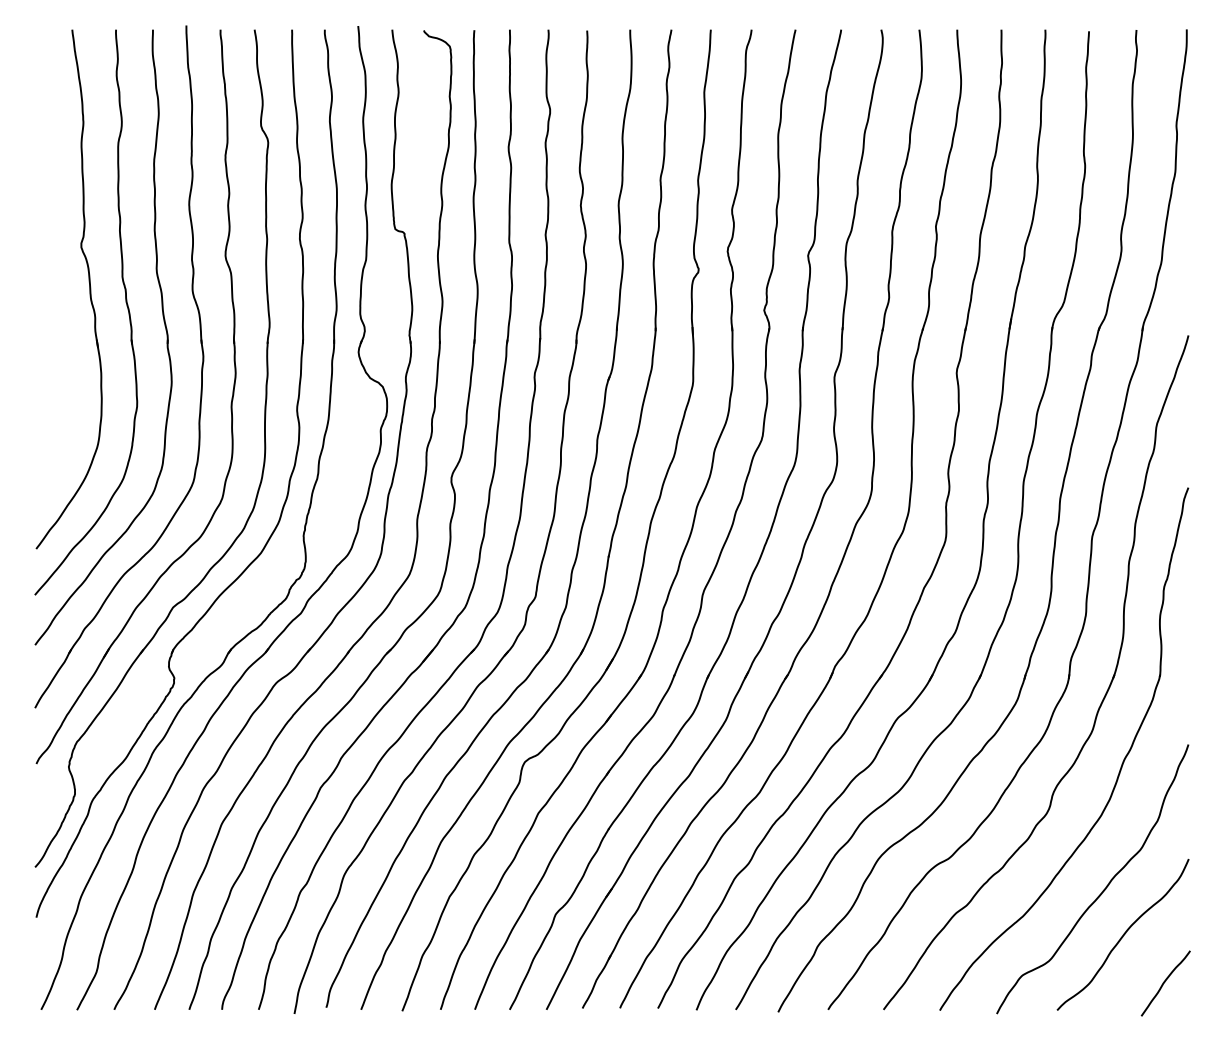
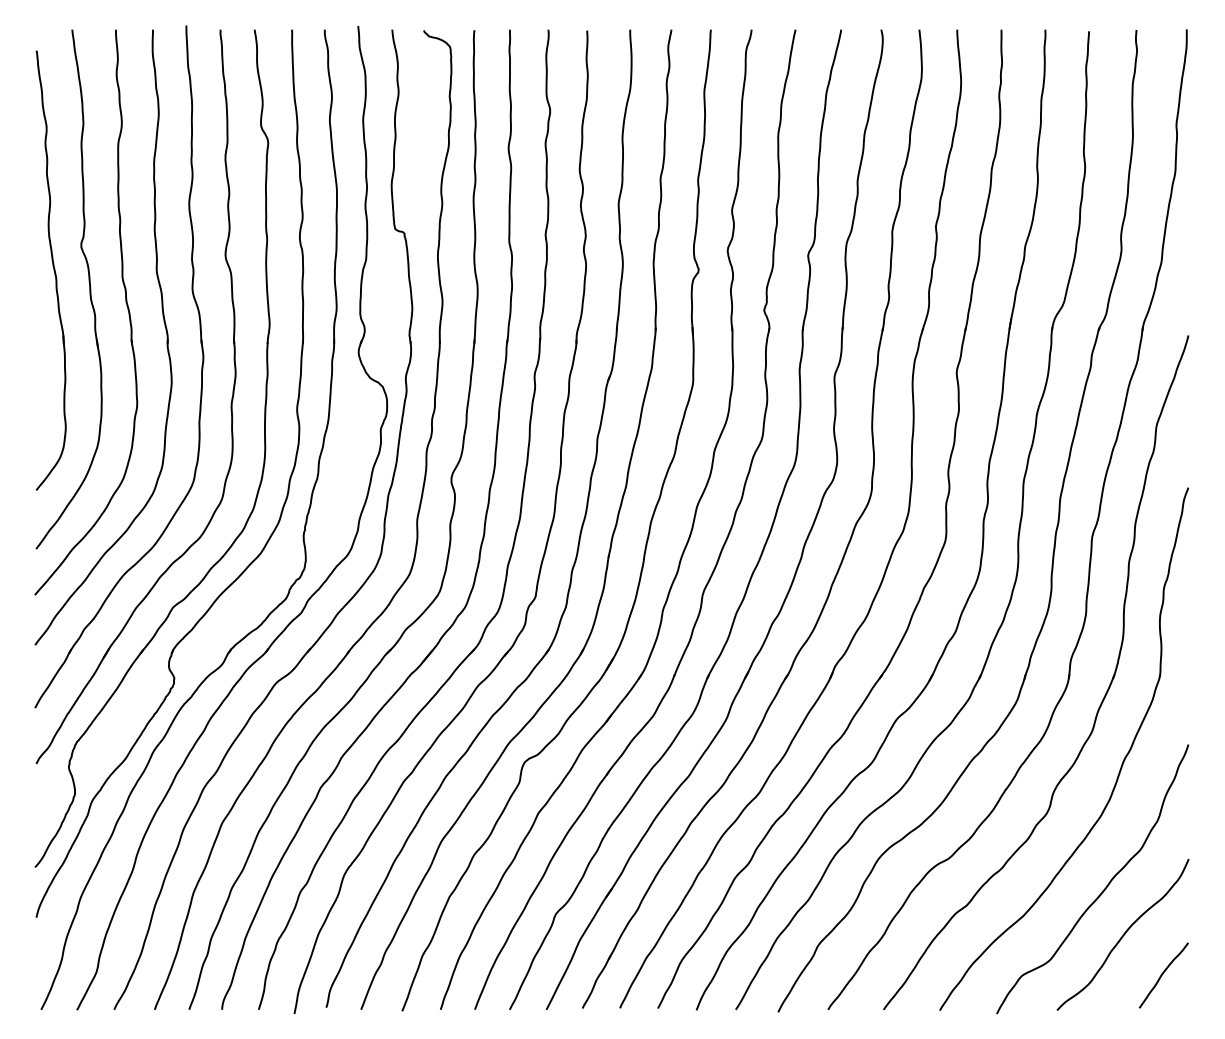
part at (50, 270): none -> present
curve at (1165, 982) position: (1165, 982) -> (1163, 974)
